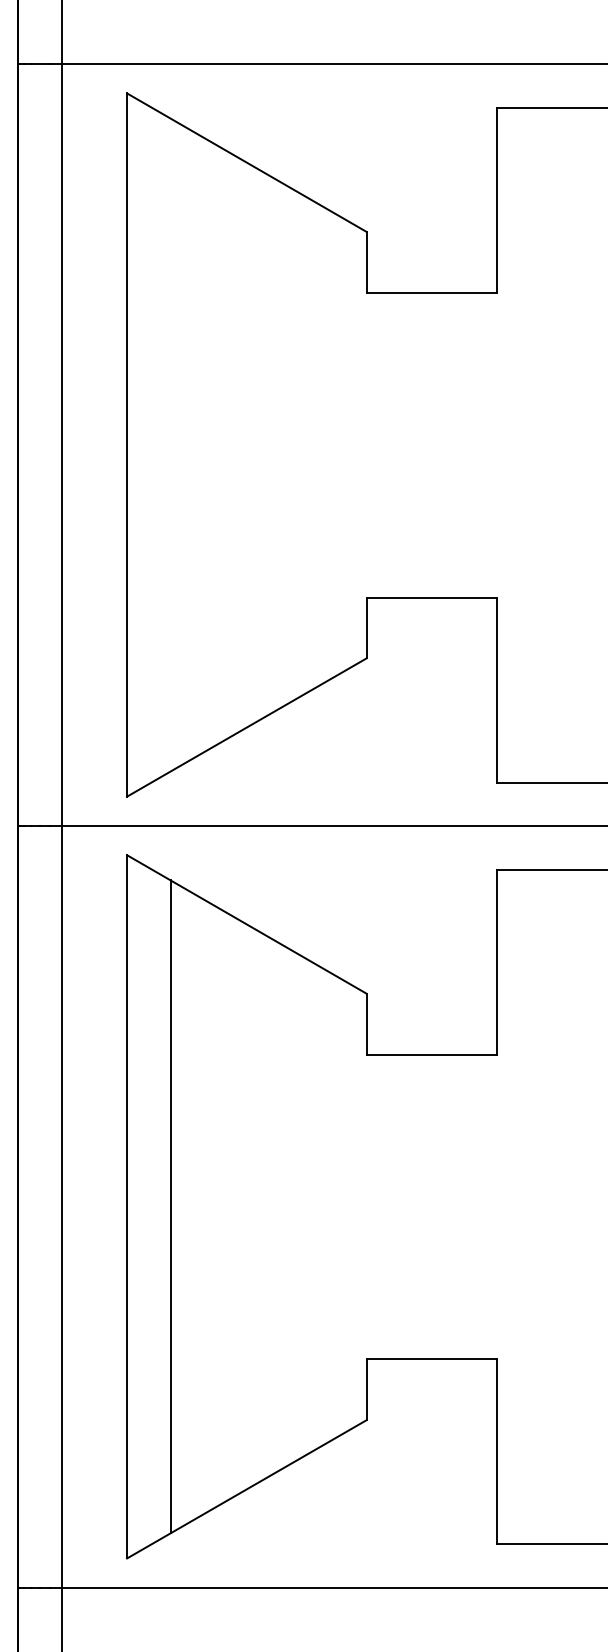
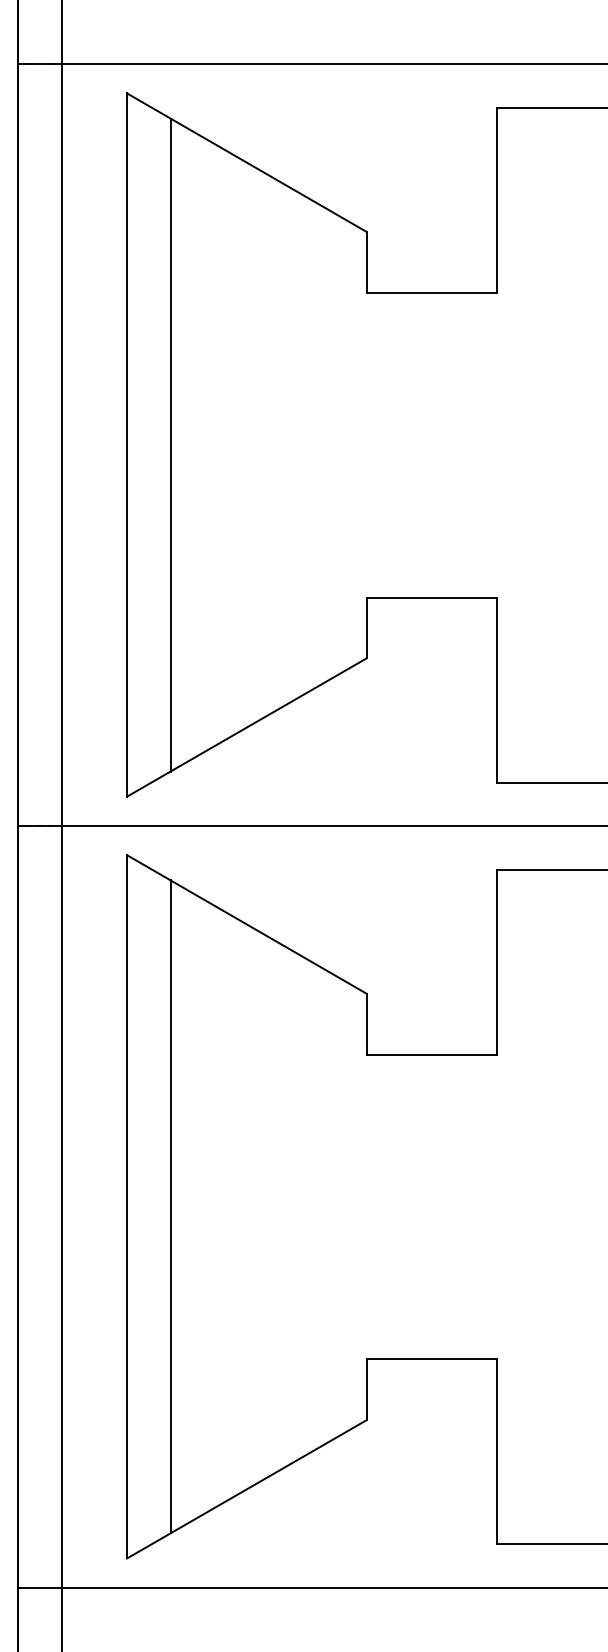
line at (170, 444): none -> present
